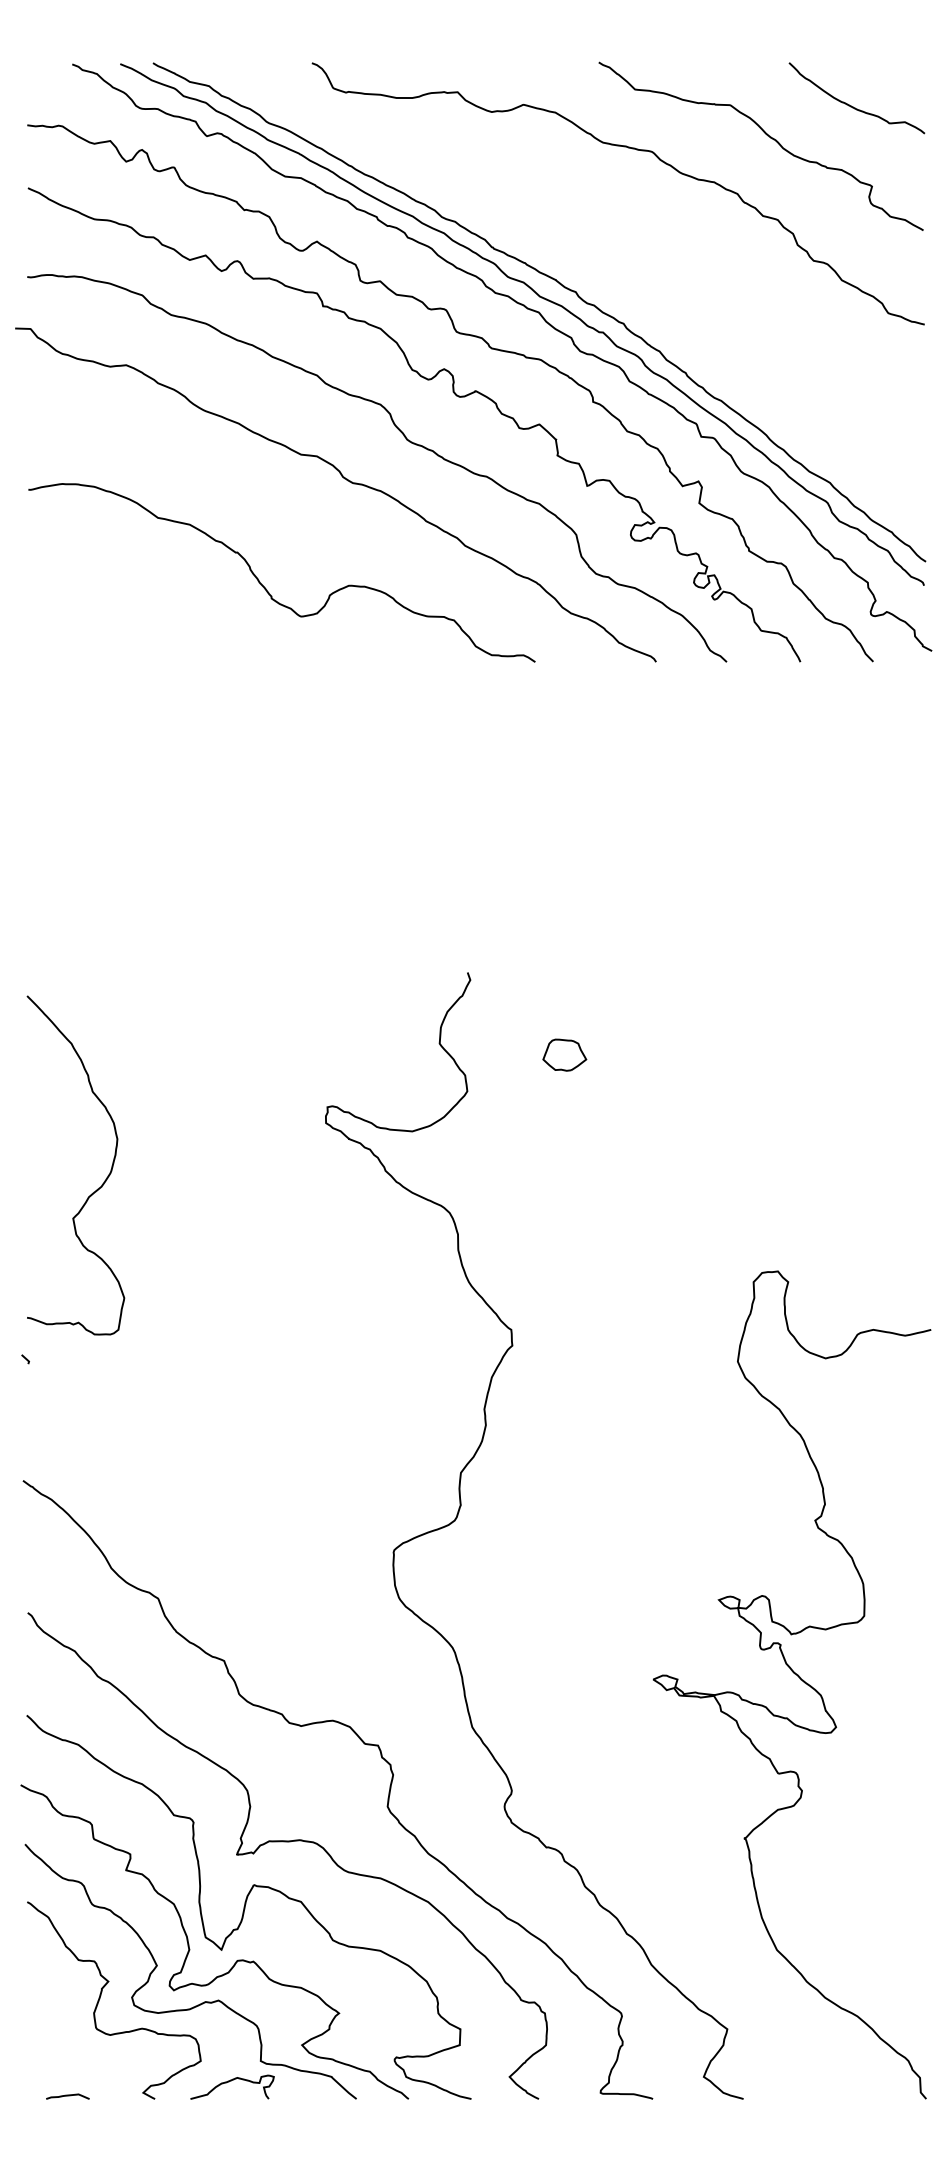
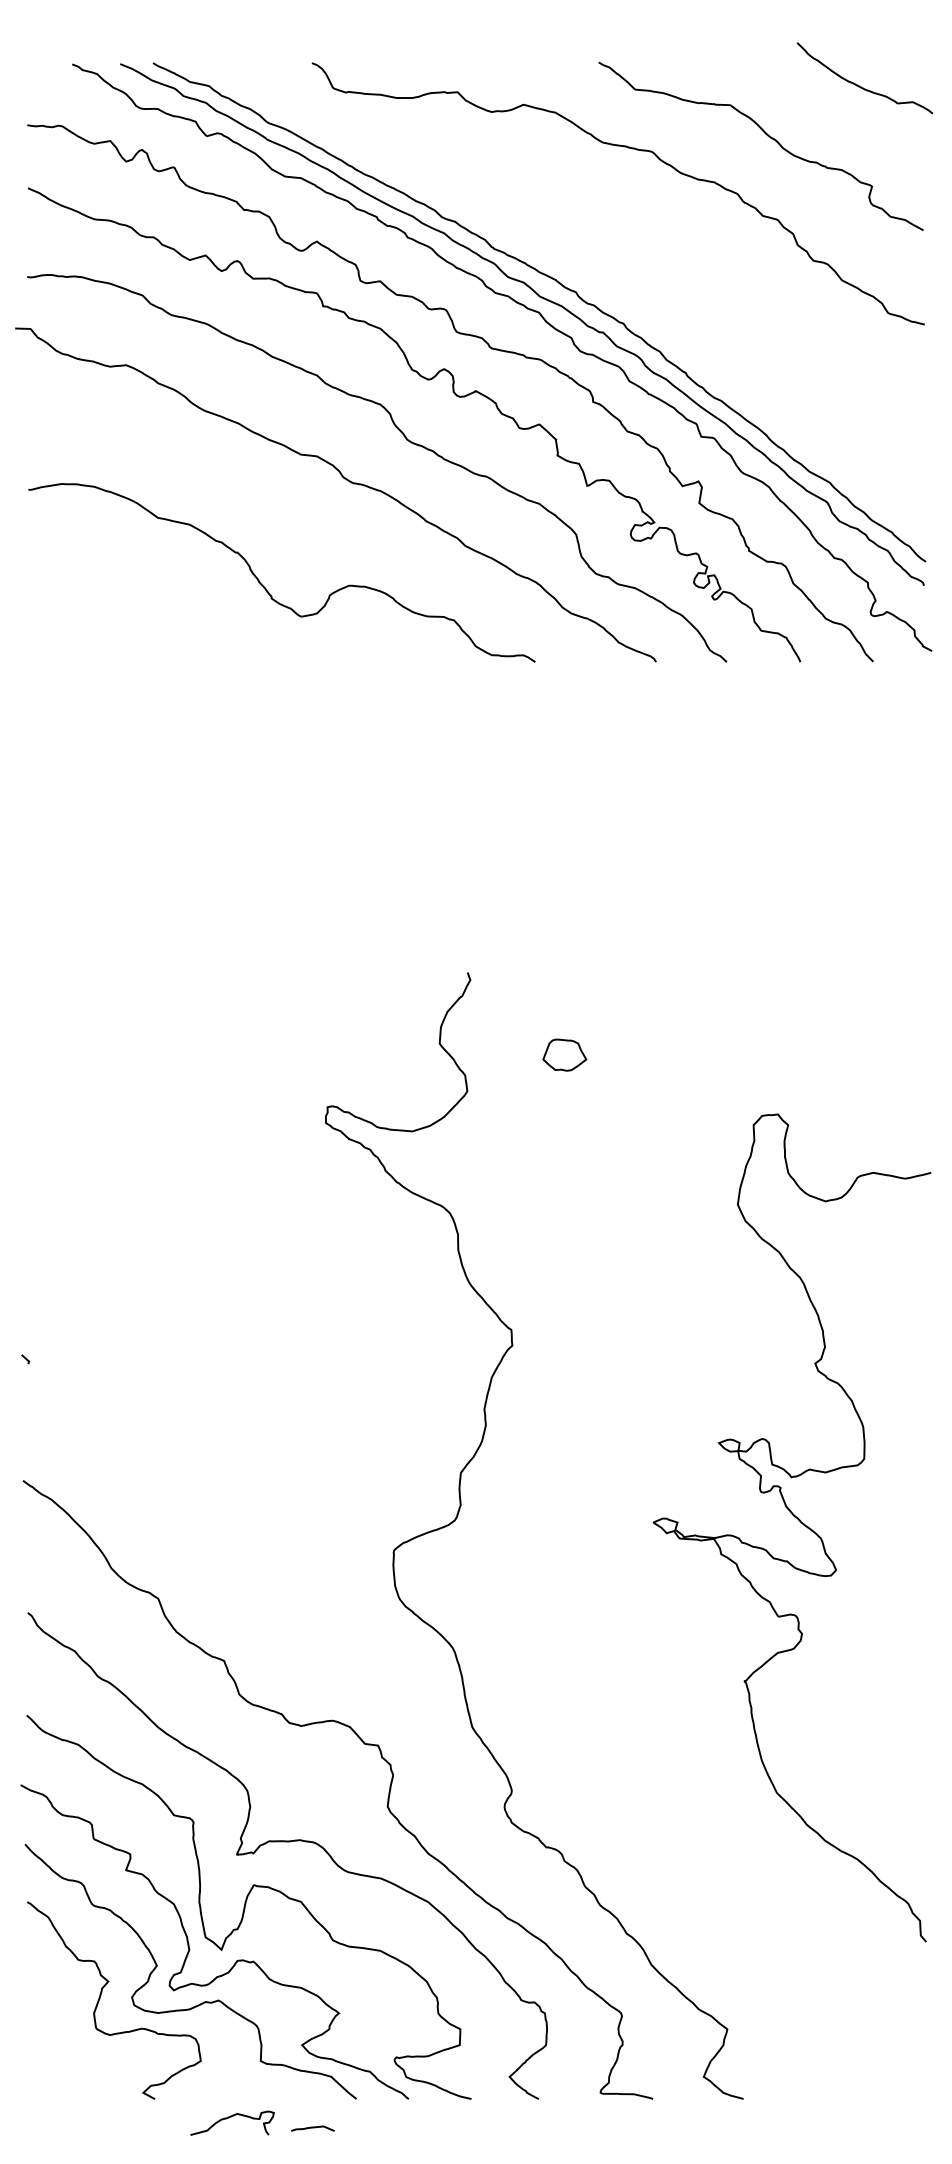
curve at (853, 106) position: (853, 106) -> (861, 86)
curve at (97, 1188): present -> none
curve at (798, 1677) position: (798, 1677) -> (798, 1520)
curve at (229, 2082) position: (229, 2082) -> (229, 2118)
curve at (67, 2096) position: (67, 2096) -> (312, 2128)
